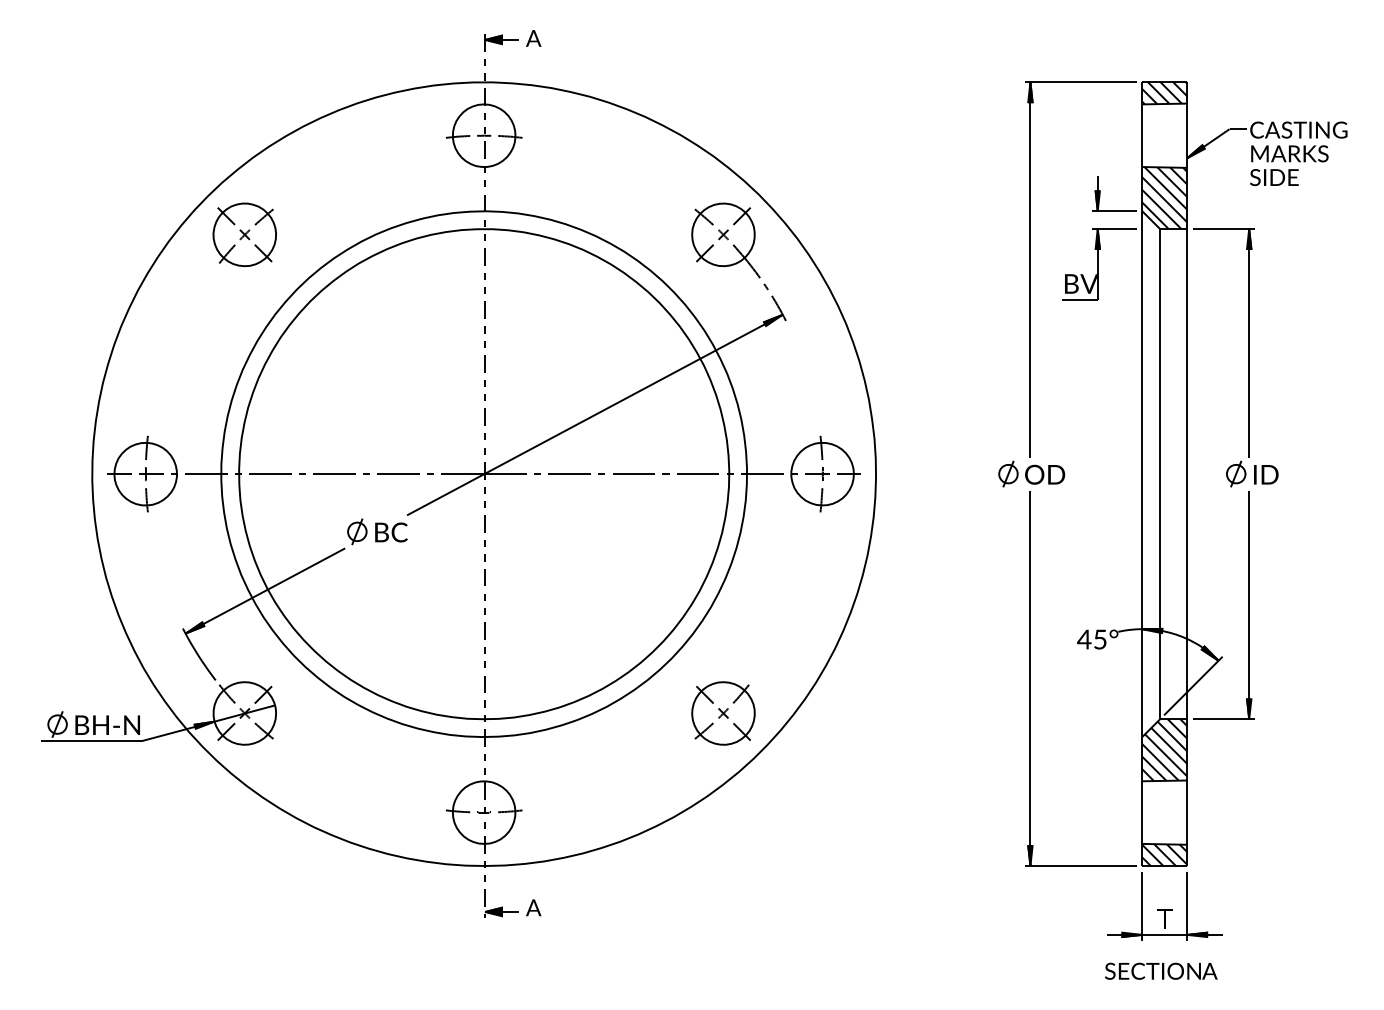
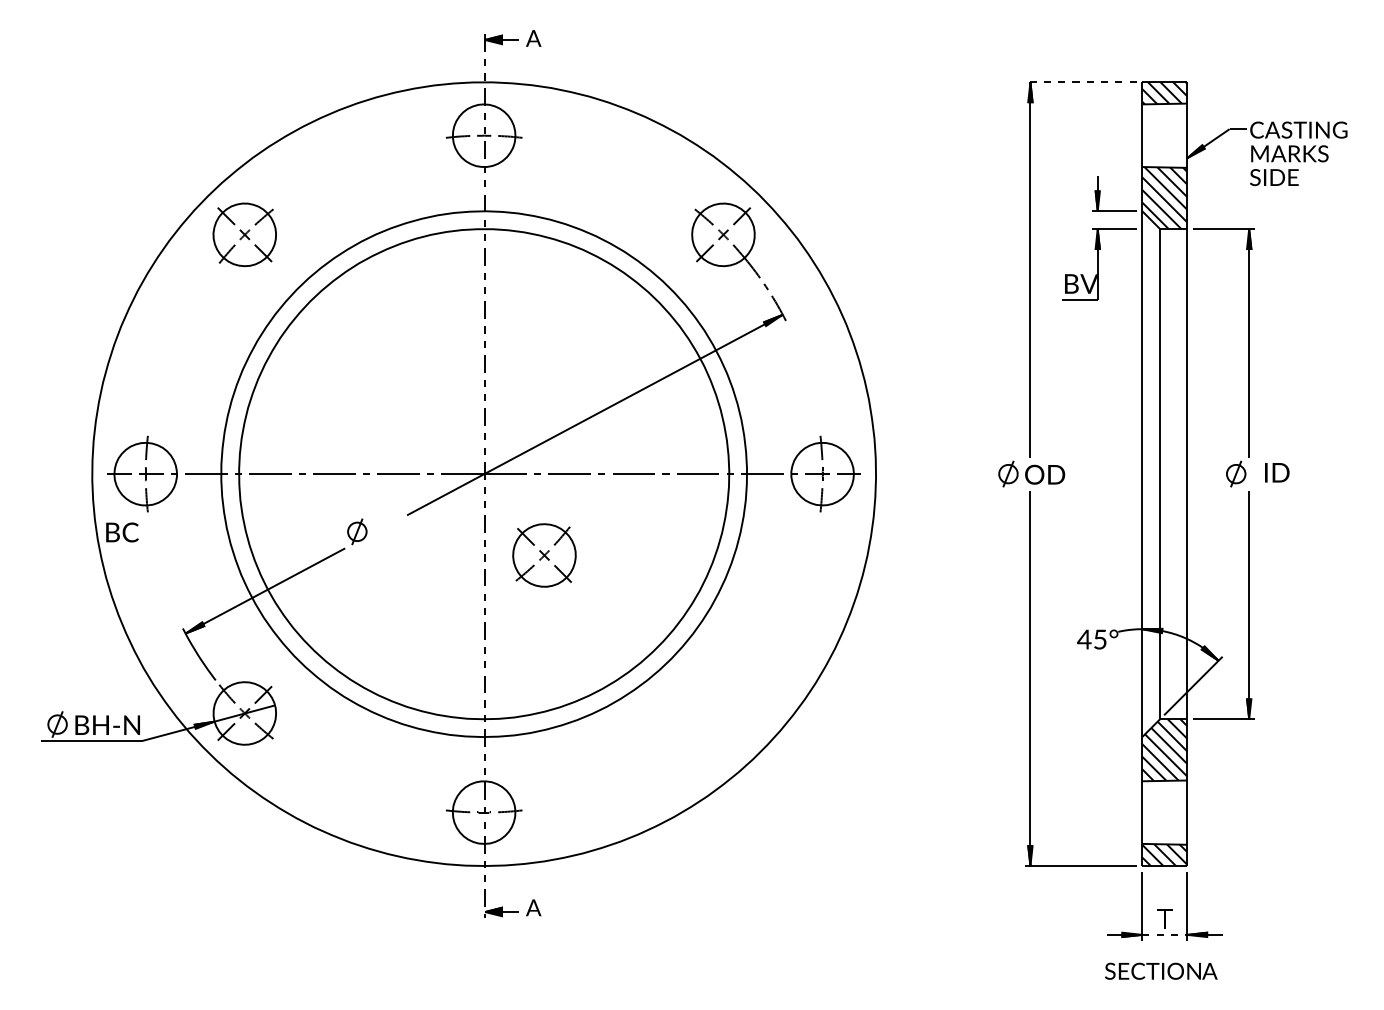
line at (1080, 82): solid -> dashed
text at (1266, 474) position: (1266, 474) -> (1277, 472)
text at (391, 532) position: (391, 532) -> (122, 532)
part at (723, 713) position: (723, 713) -> (544, 555)
line at (1165, 934): solid -> dashed
